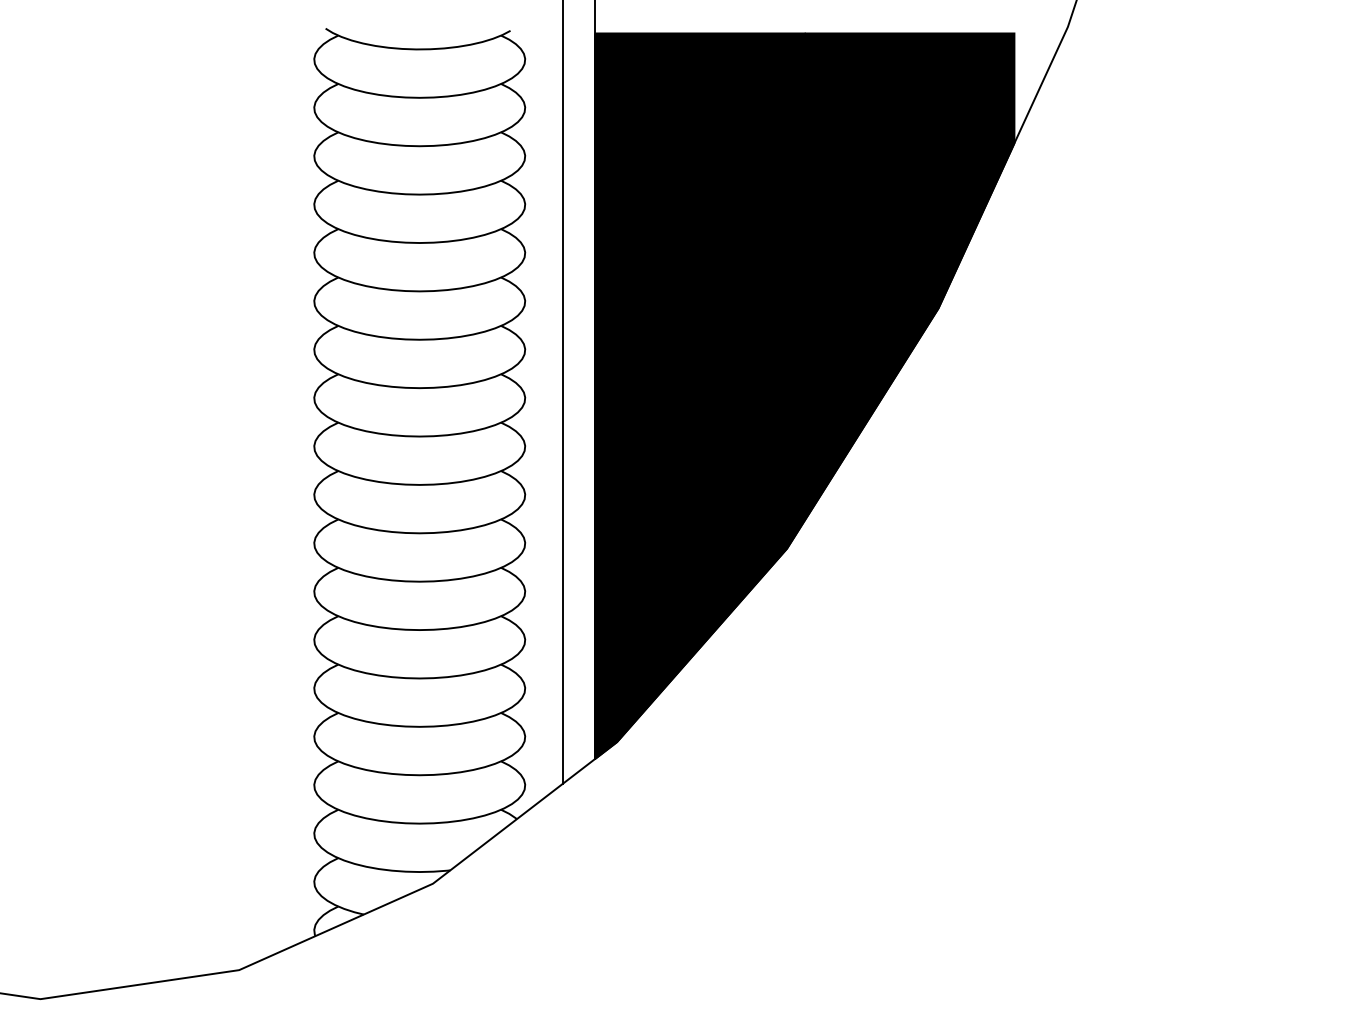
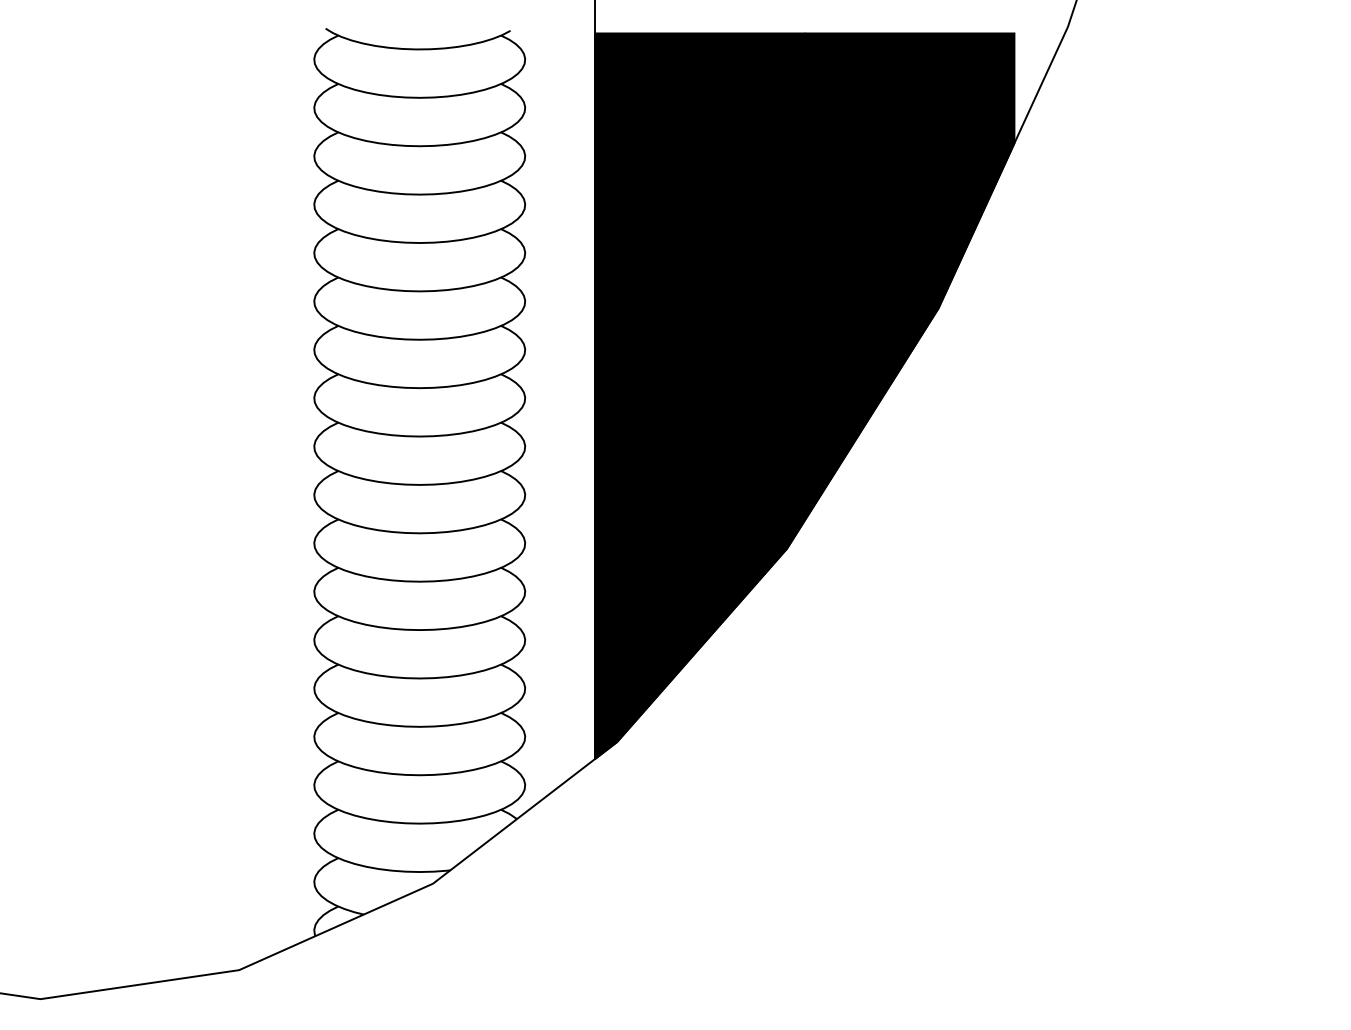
line at (562, 392): present -> none
